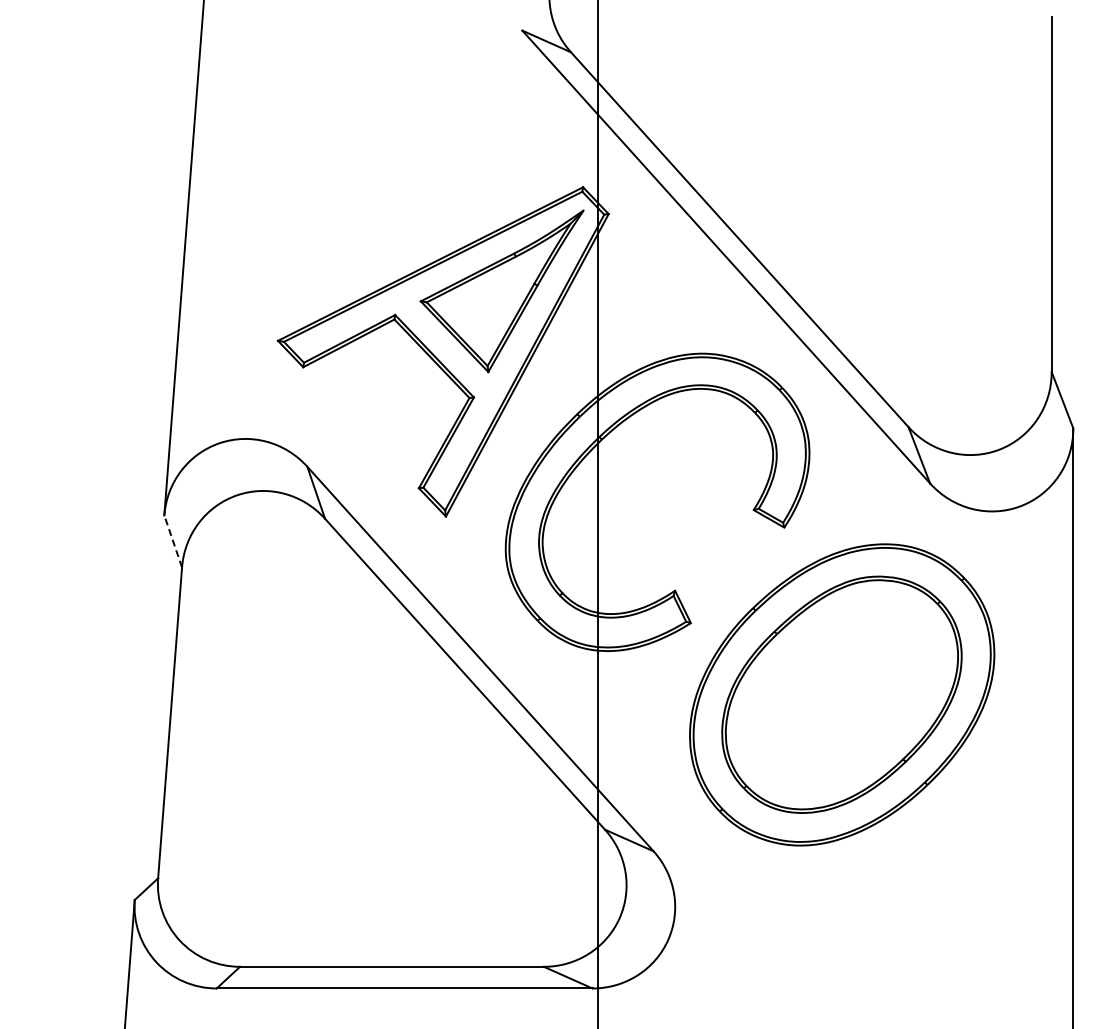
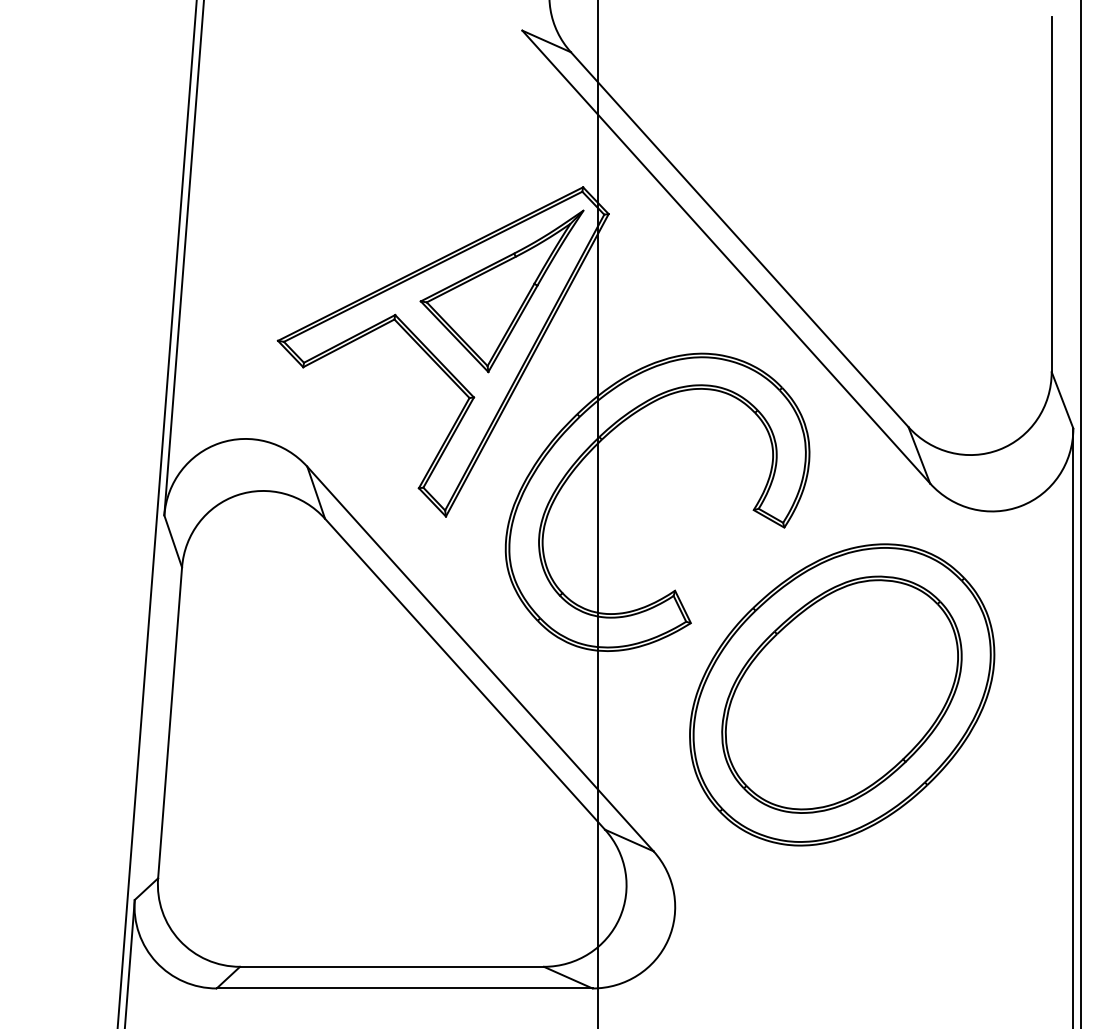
line at (156, 513): none -> present
line at (1080, 513): none -> present
line at (173, 540): dashed -> solid
